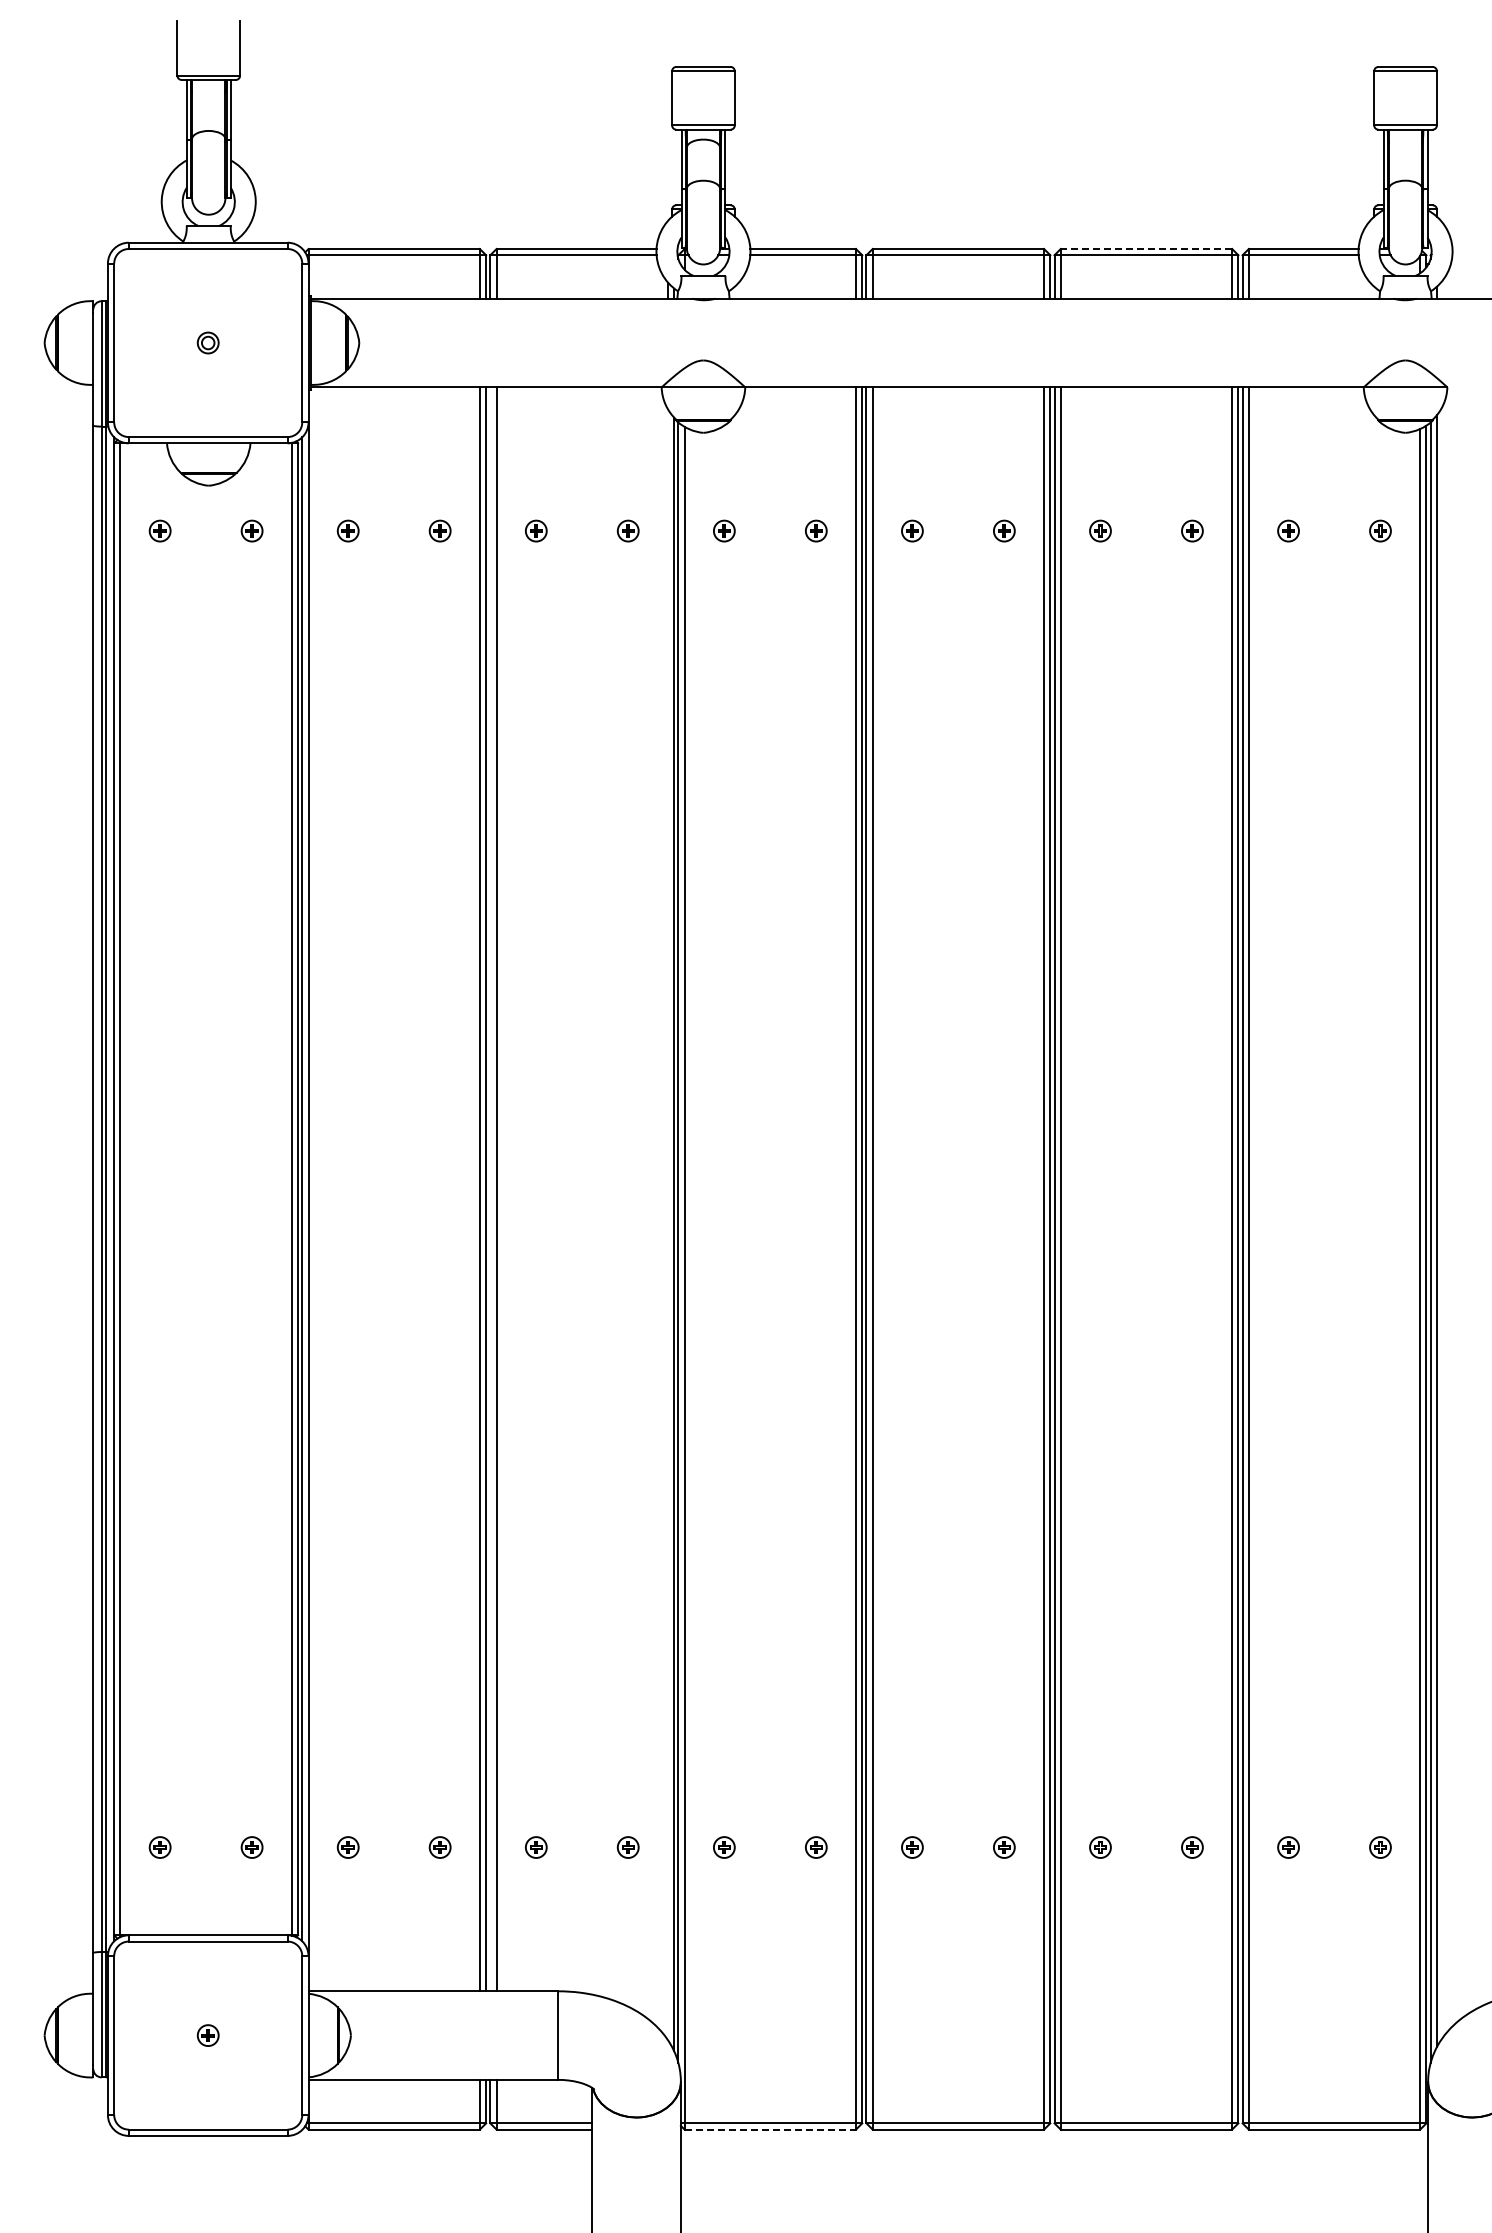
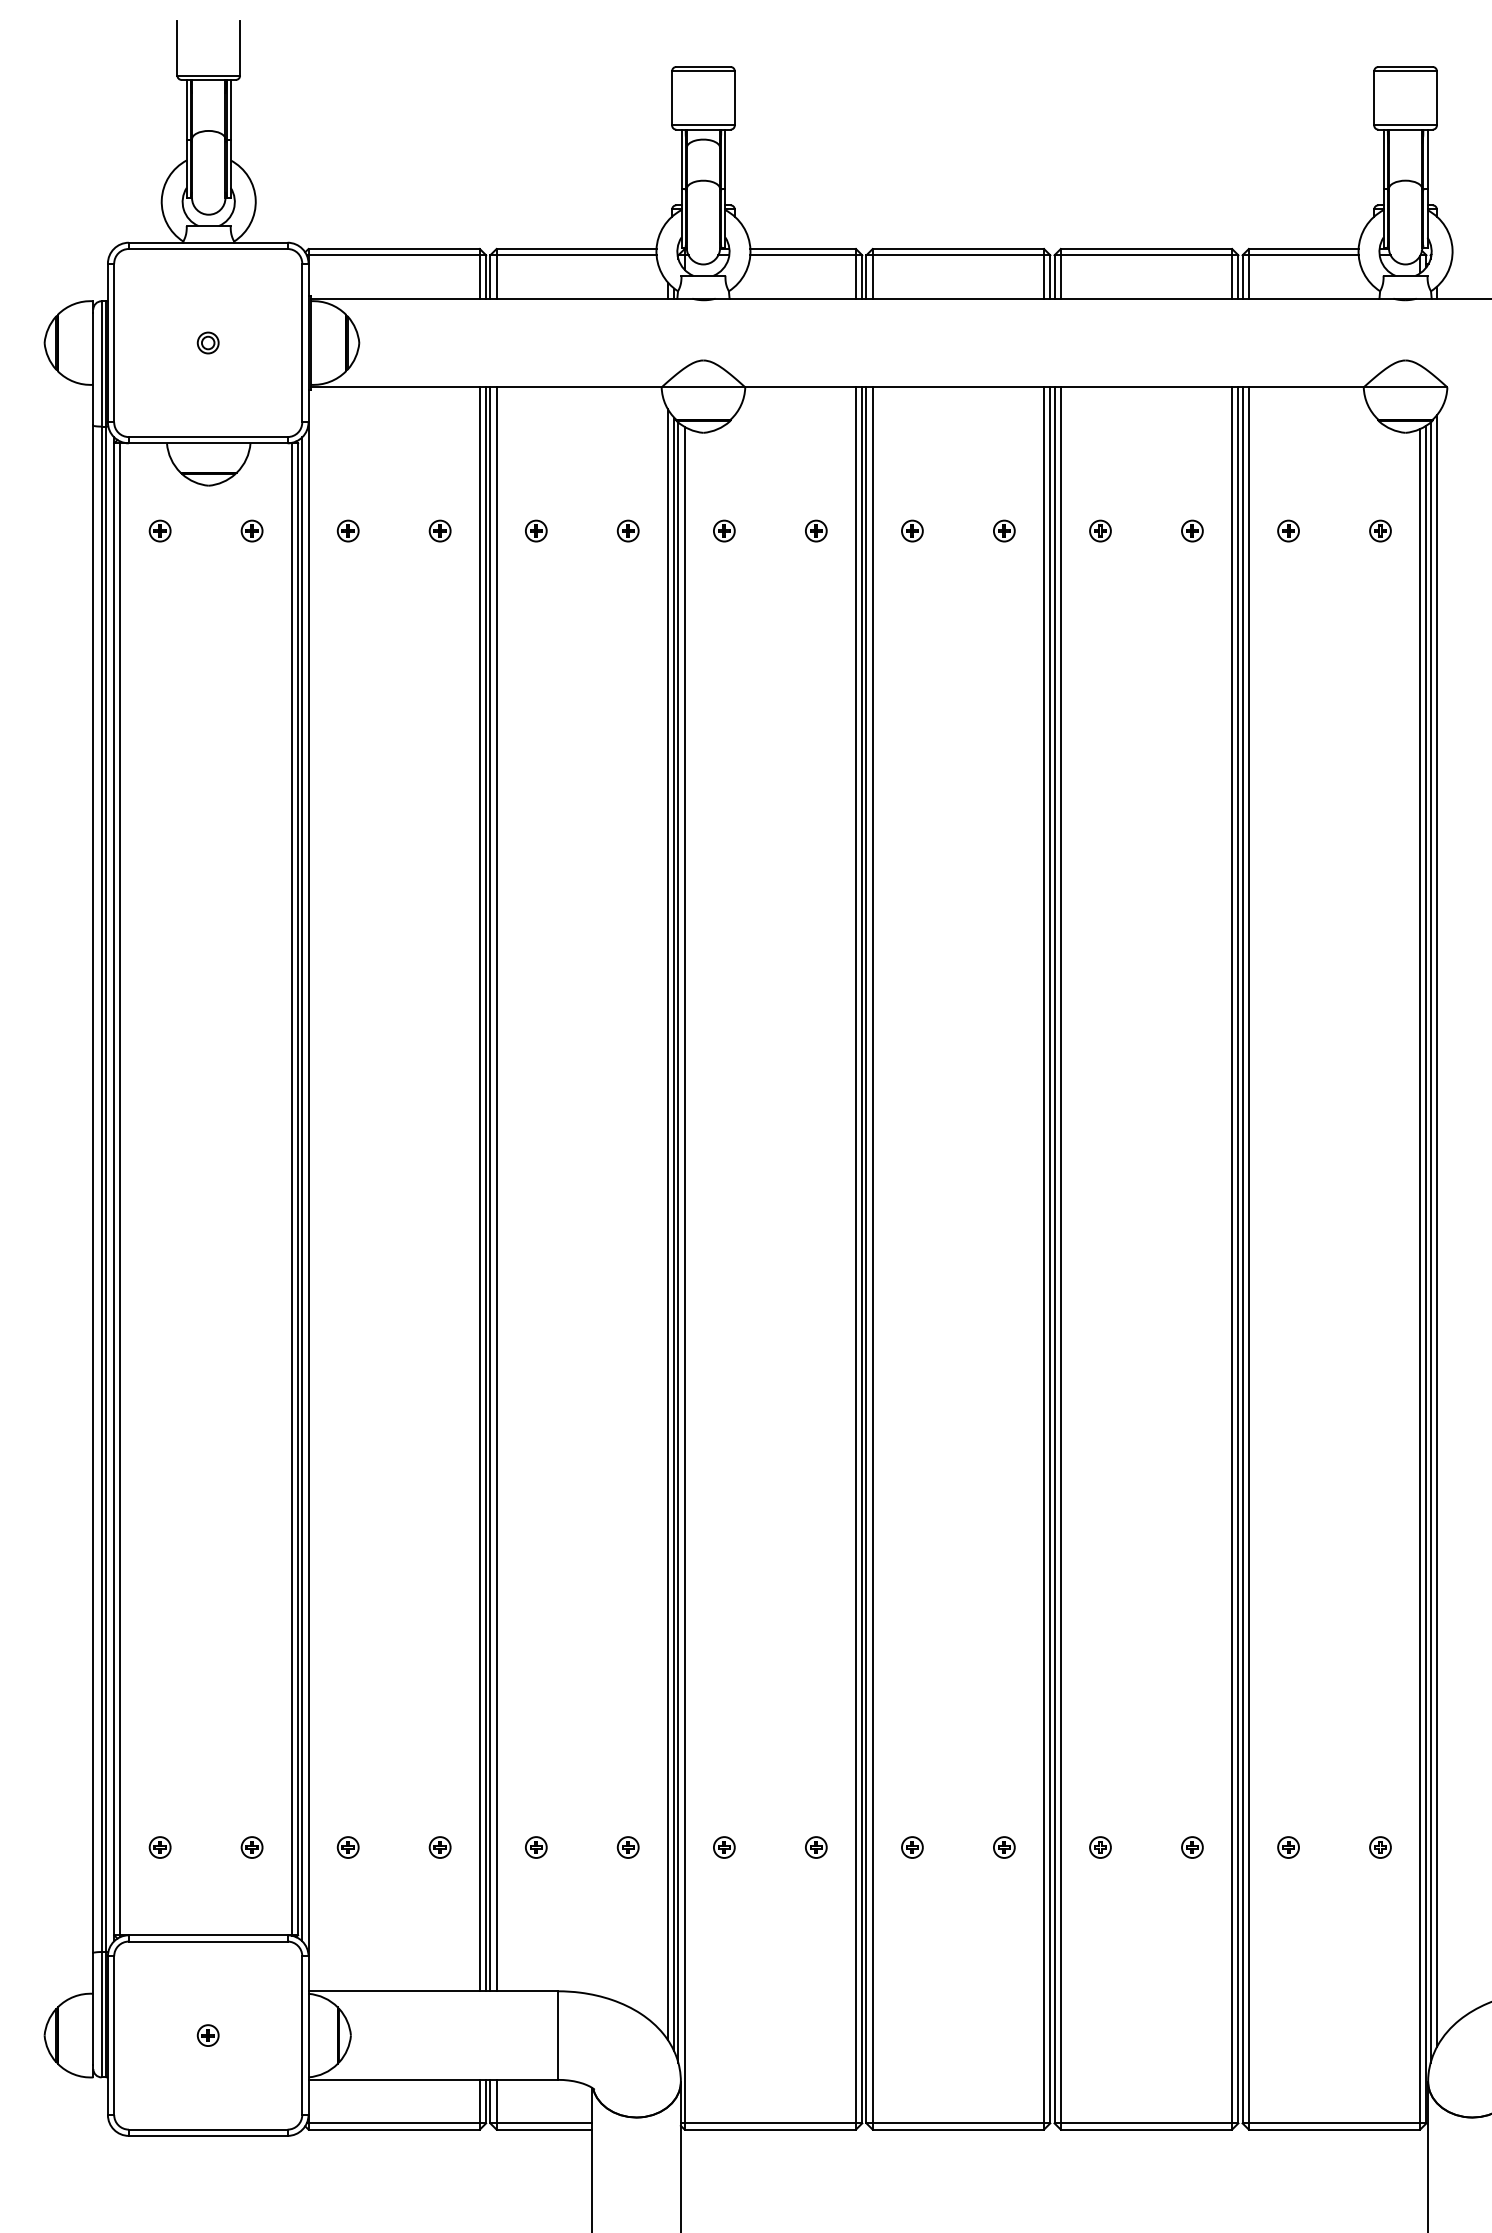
line at (1146, 249): dashed -> solid
line at (490, 1189): none -> present
line at (667, 1224): none -> present
line at (770, 2129): dashed -> solid
